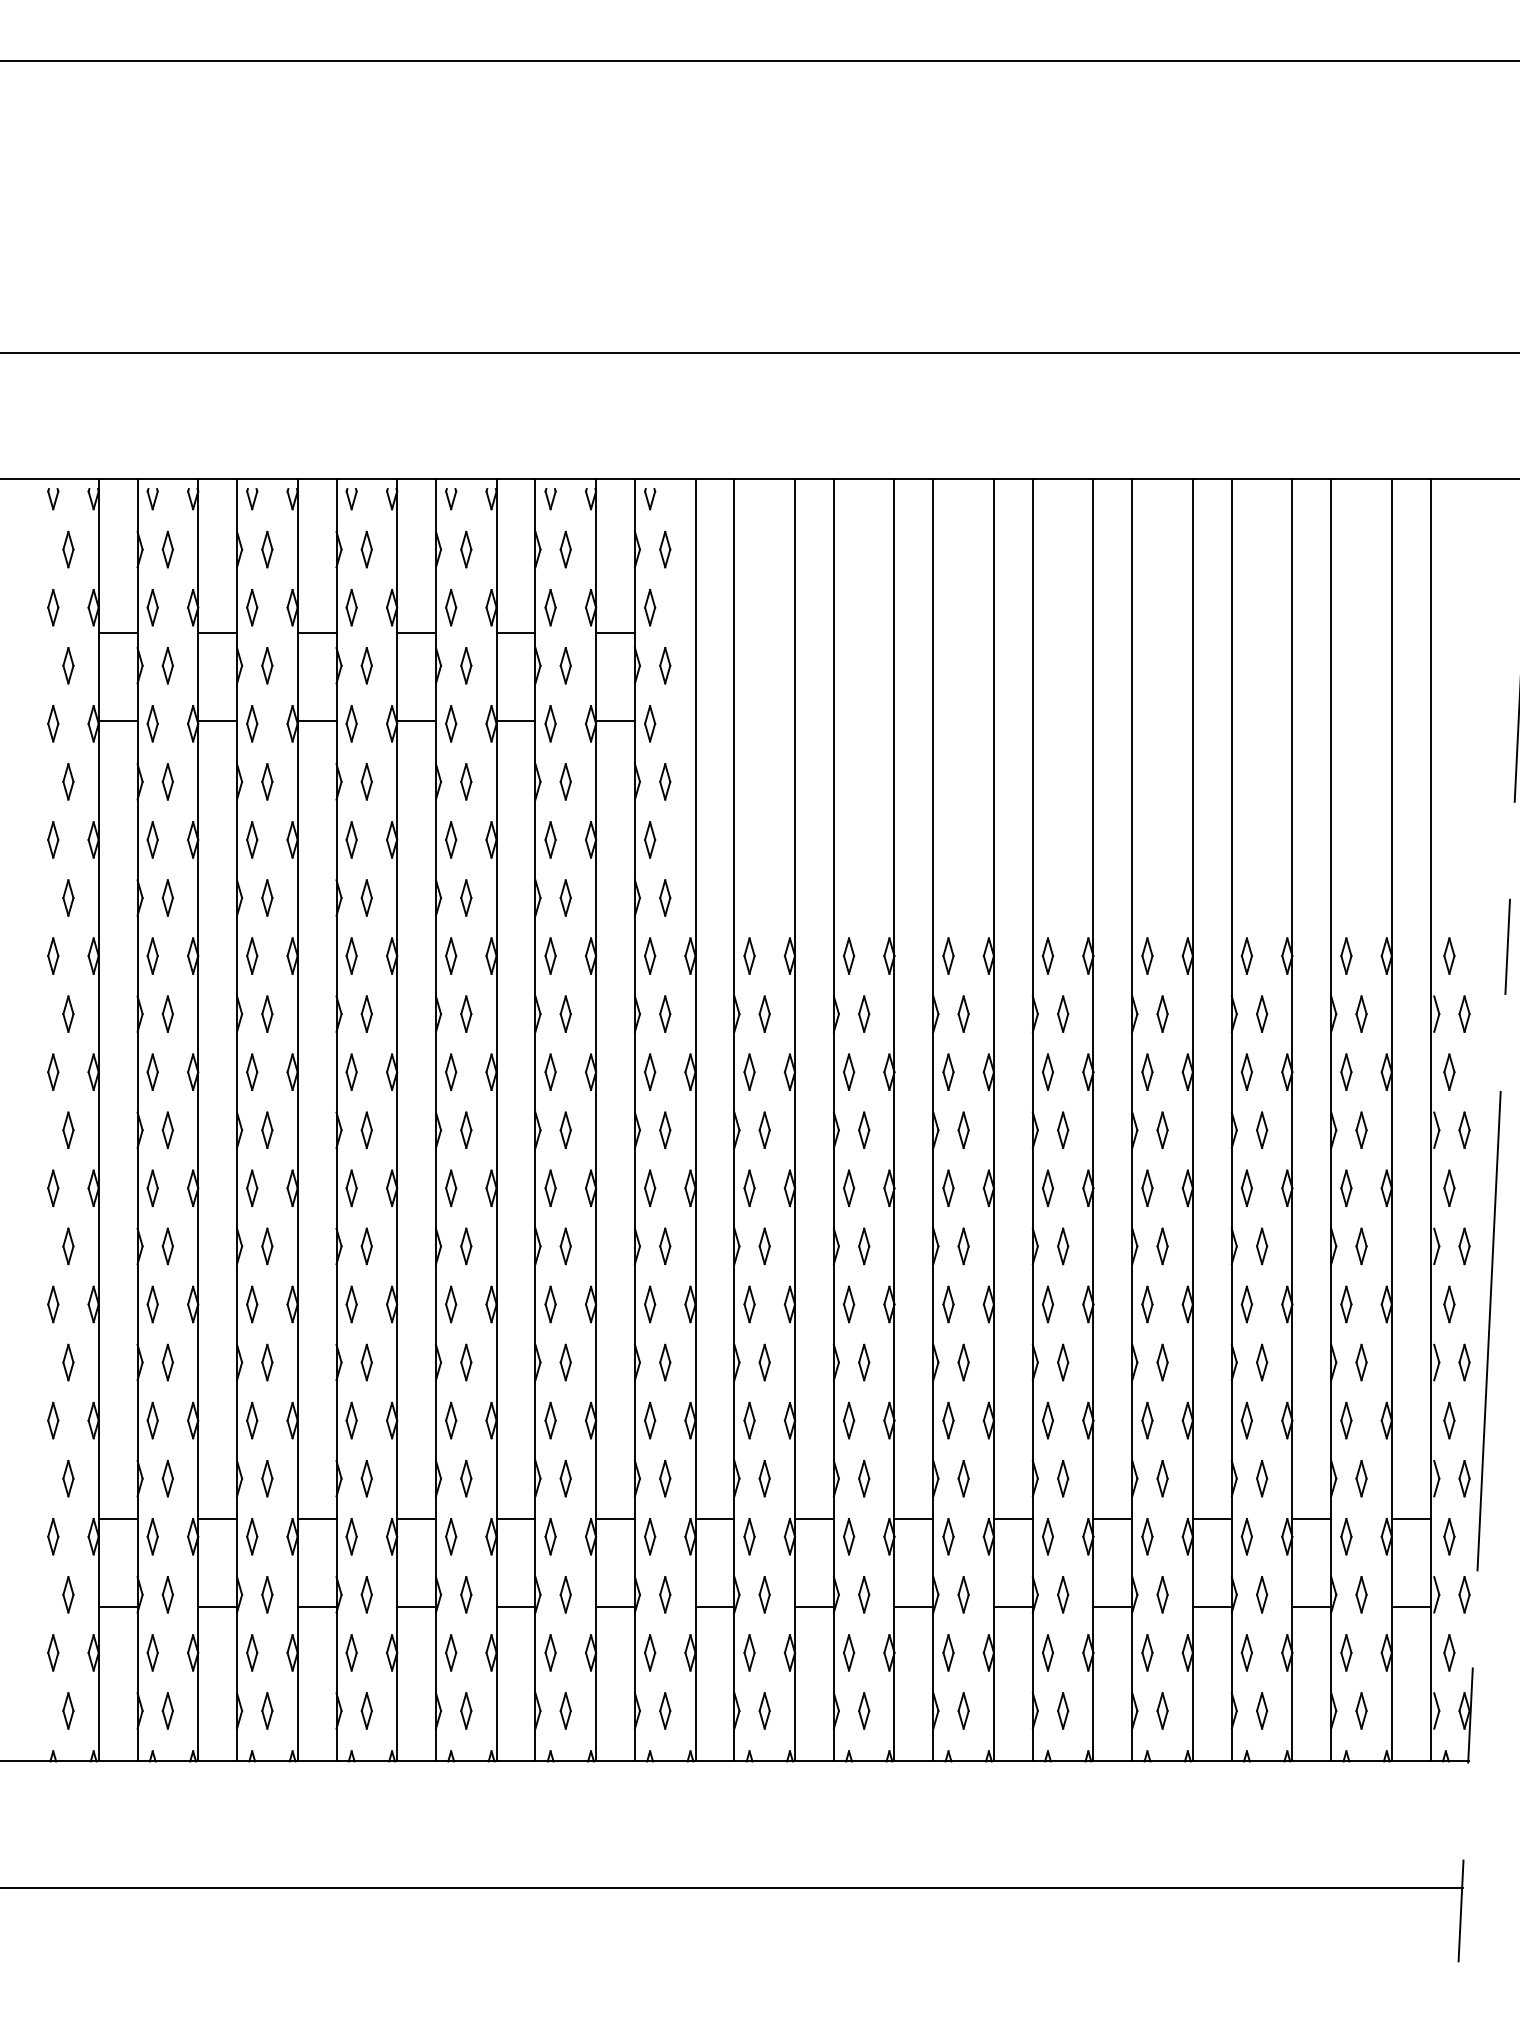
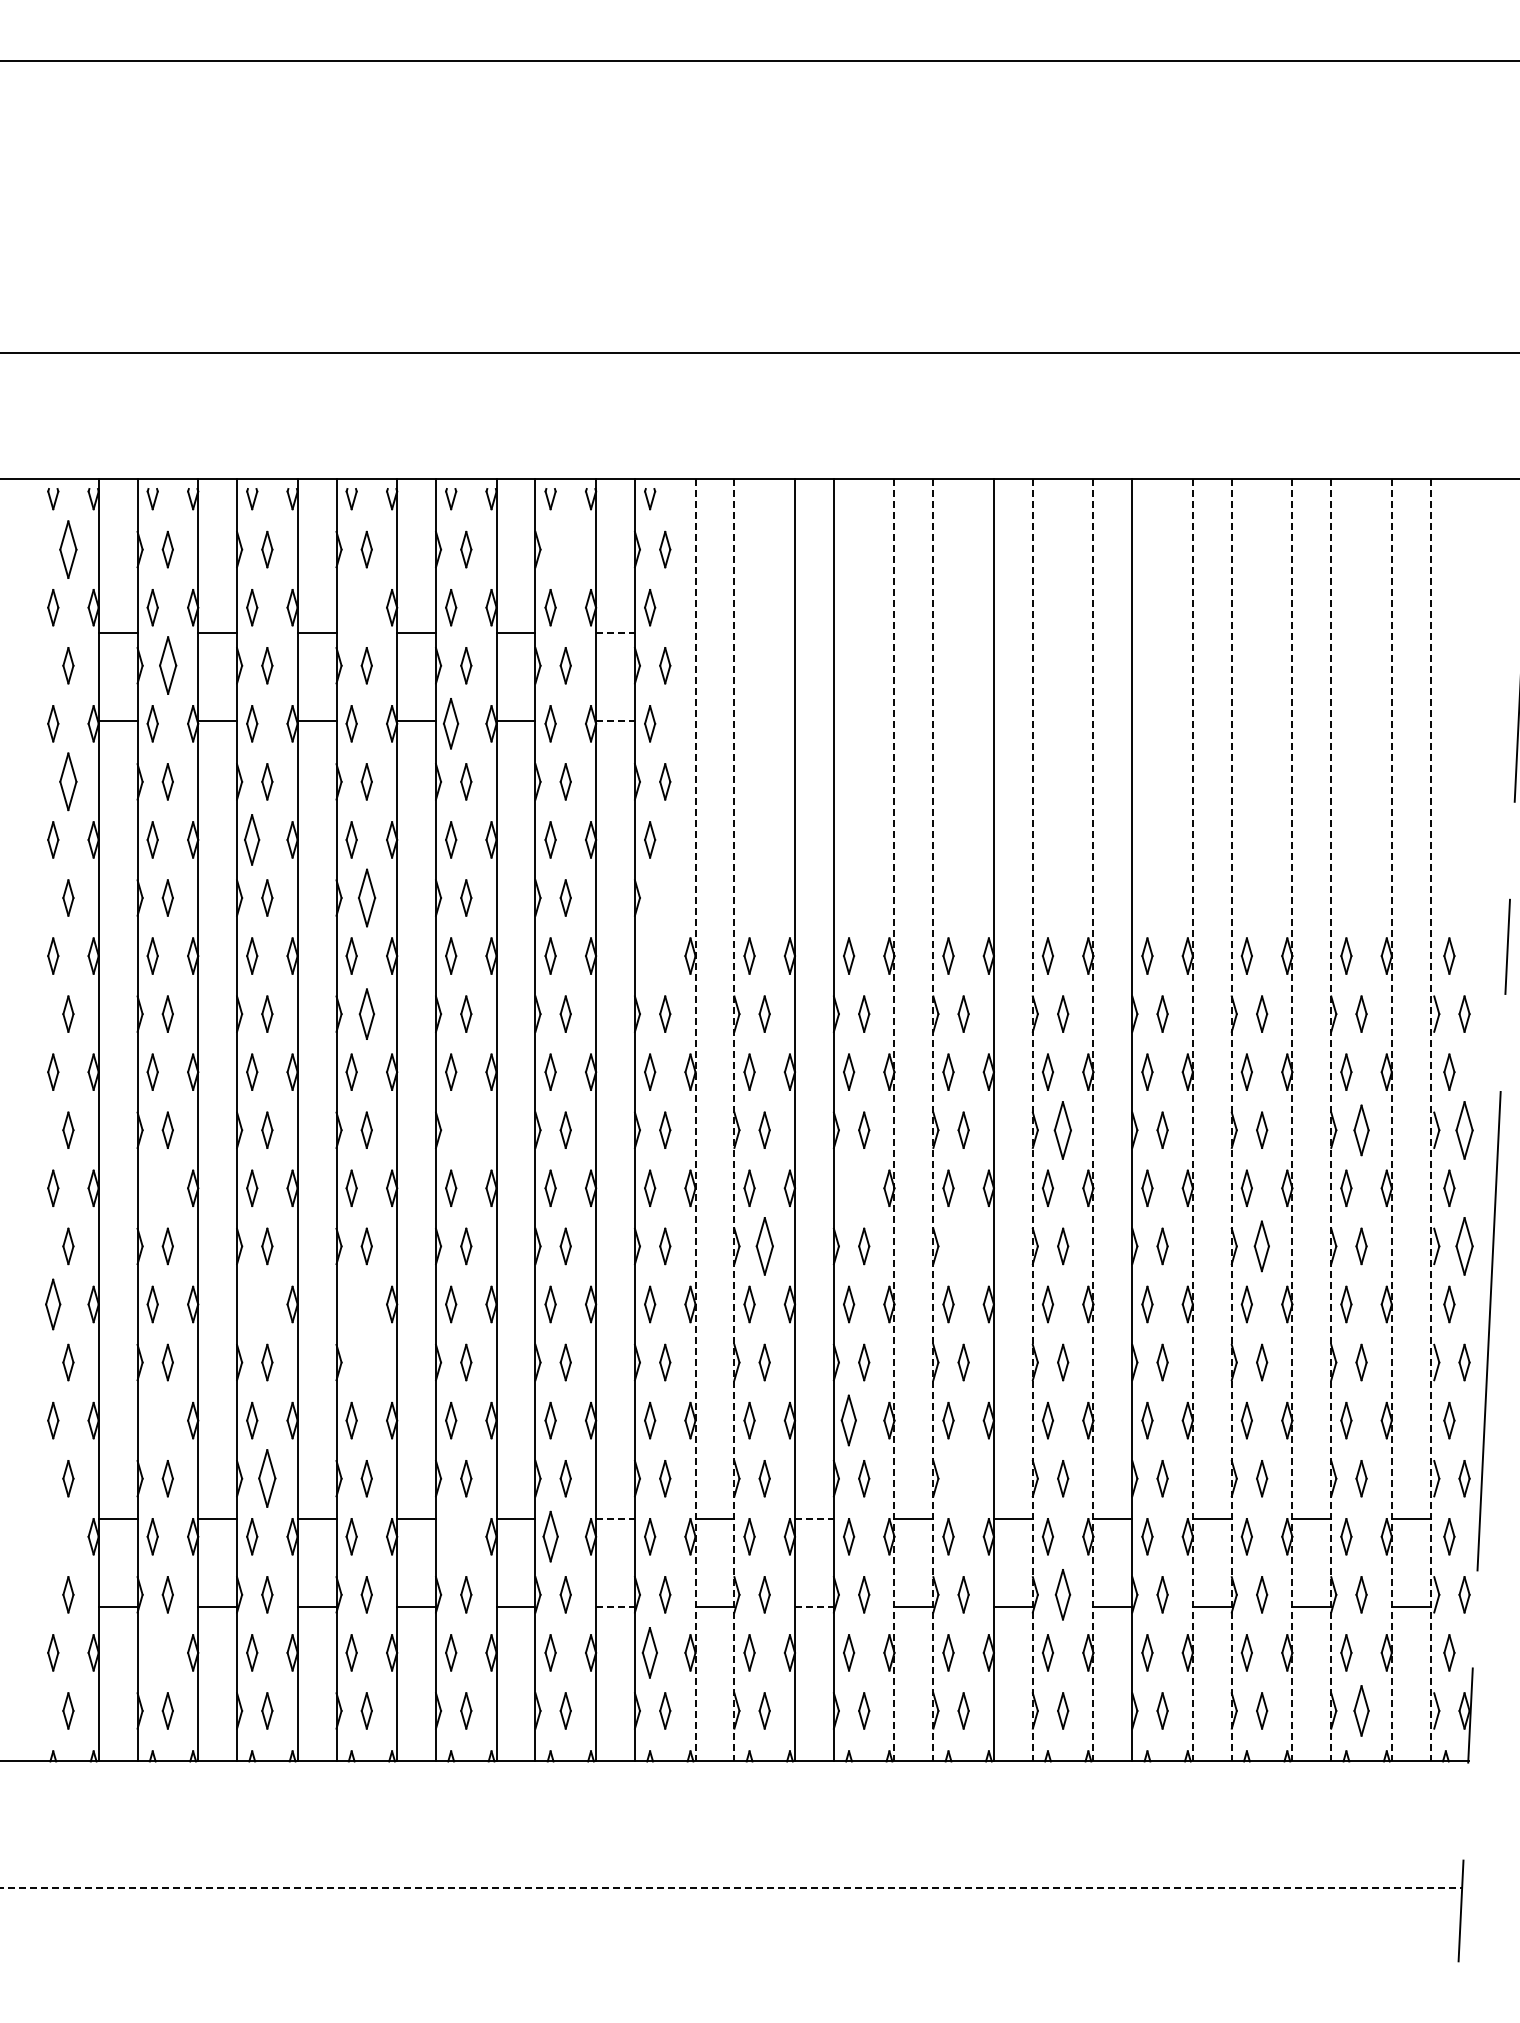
part at (68, 549) size: 13x39 px -> 19x59 px
part at (565, 549): present -> none
part at (351, 607): present -> none
line at (616, 632): solid -> dashed
part at (167, 665) size: 13x38 px -> 19x59 px
line at (616, 721): solid -> dashed
part at (451, 723) size: 13x38 px -> 18x52 px
part at (68, 781) size: 13x38 px -> 19x60 px
part at (252, 839) size: 13x38 px -> 17x52 px
part at (366, 897) size: 13x38 px -> 19x60 px
part at (665, 897): present -> none
part at (650, 955): present -> none
part at (366, 1013) size: 13x38 px -> 18x52 px
line at (695, 1120): solid -> dashed
line at (734, 1120): solid -> dashed
line at (894, 1120): solid -> dashed
line at (933, 1120): solid -> dashed
line at (1032, 1120): solid -> dashed
line at (1093, 1120): solid -> dashed
line at (1192, 1120): solid -> dashed
line at (1231, 1120): solid -> dashed
line at (1292, 1120): solid -> dashed
line at (1331, 1120): solid -> dashed
line at (1391, 1120): solid -> dashed
line at (1430, 1120): solid -> dashed
part at (466, 1129): present -> none
part at (1063, 1129) size: 13x38 px -> 19x59 px
part at (1361, 1129) size: 13x38 px -> 17x53 px
part at (1464, 1129) size: 13x38 px -> 19x59 px
part at (152, 1187): present -> none
part at (849, 1187): present -> none
part at (764, 1246) size: 13x39 px -> 19x59 px
part at (963, 1246): present -> none
part at (1262, 1246) size: 13x39 px -> 17x53 px
part at (1464, 1246) size: 13x39 px -> 19x59 px
part at (53, 1304) size: 13x39 px -> 17x53 px
part at (252, 1304): present -> none
part at (351, 1304): present -> none
part at (366, 1362): present -> none
part at (152, 1420): present -> none
part at (849, 1420) size: 13x38 px -> 17x53 px
part at (267, 1478) size: 13x38 px -> 19x59 px
part at (963, 1478): present -> none
line at (616, 1519): solid -> dashed
line at (814, 1519): solid -> dashed
part at (53, 1536): present -> none
part at (451, 1536): present -> none
part at (550, 1536) size: 13x38 px -> 17x53 px
part at (1063, 1594) size: 13x38 px -> 18x52 px
line at (616, 1607): solid -> dashed
line at (814, 1607): solid -> dashed
part at (152, 1652): present -> none
part at (650, 1652) size: 13x38 px -> 17x52 px
part at (1361, 1710) size: 13x38 px -> 17x52 px
line at (731, 1887): solid -> dashed
